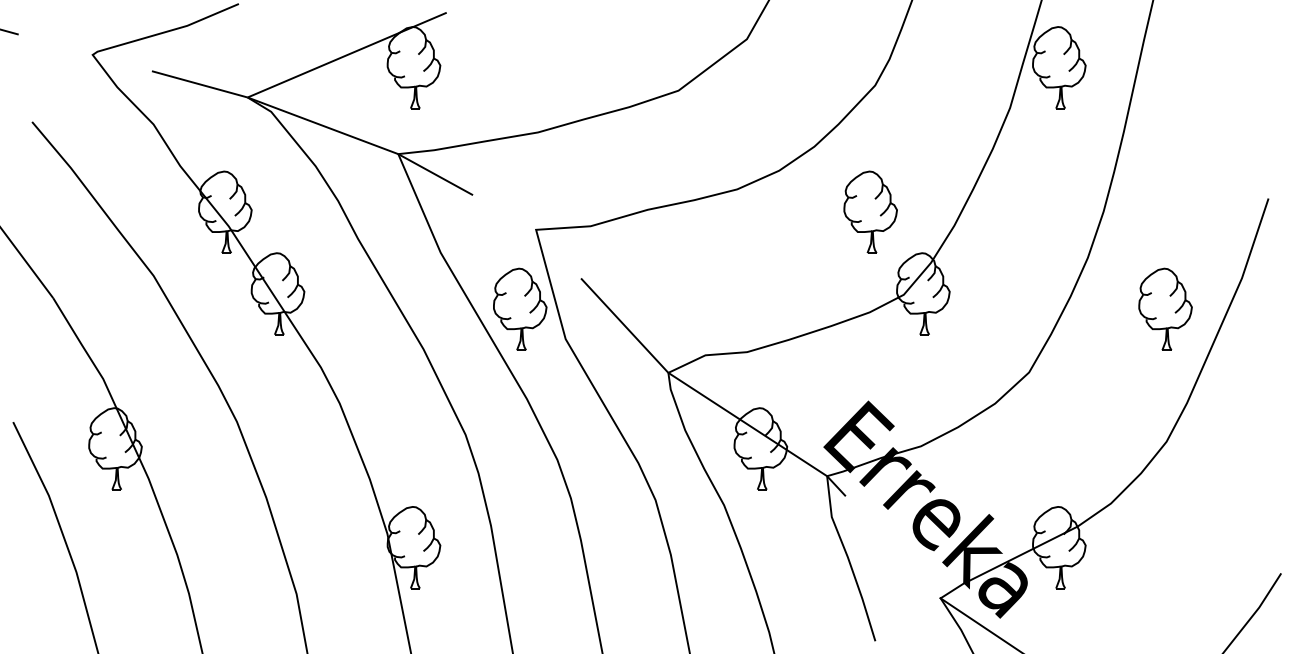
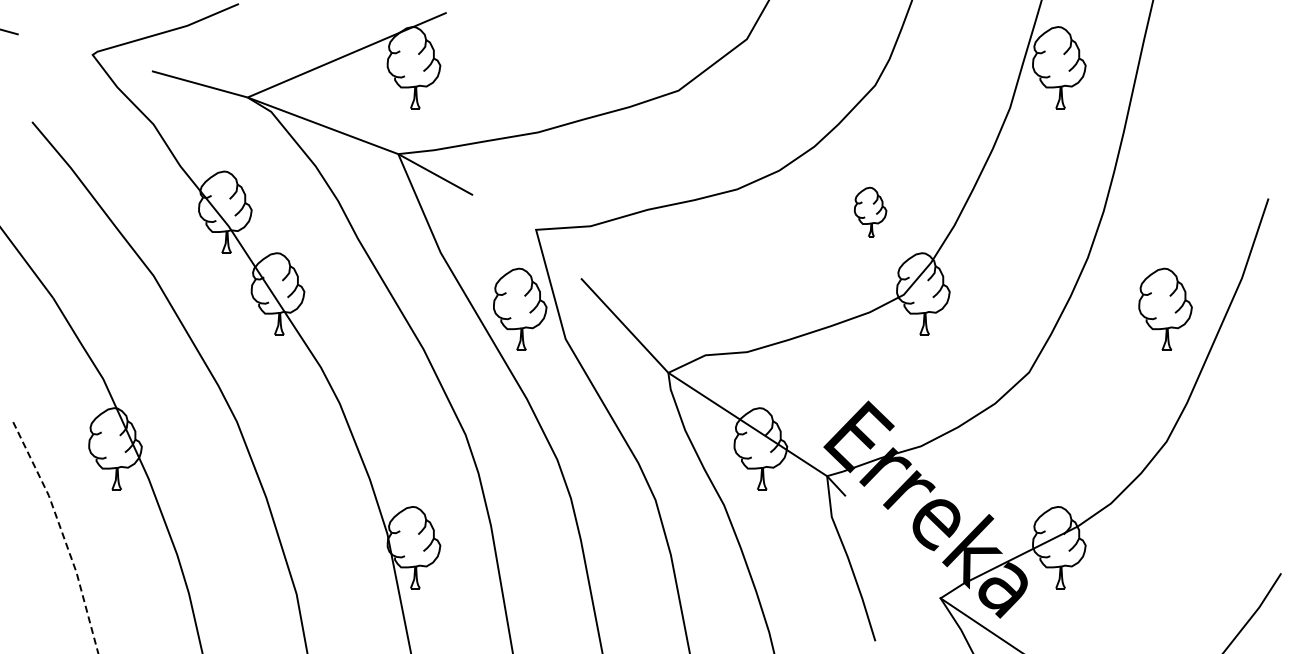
part at (870, 211) size: 55x84 px -> 34x52 px
line at (63, 534): solid -> dashed
